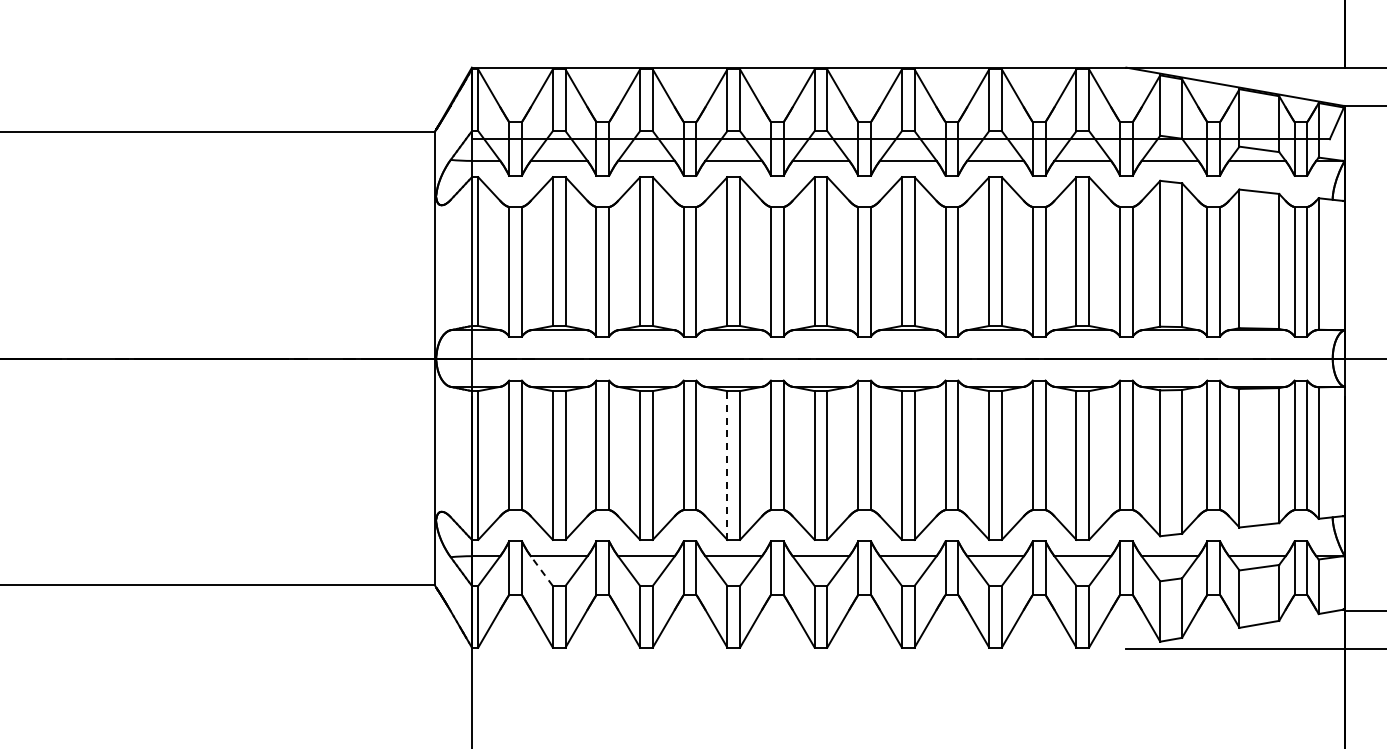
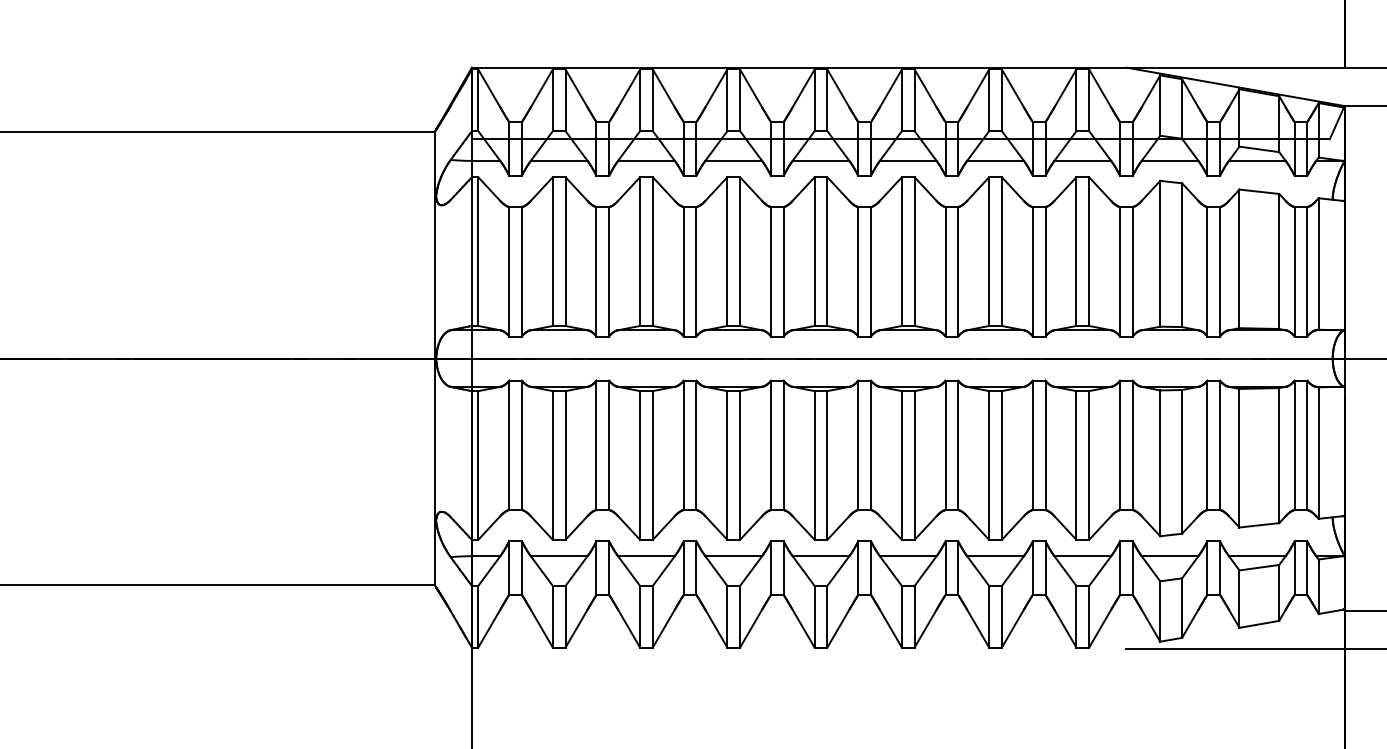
line at (727, 465): dashed -> solid
line at (541, 571): dashed -> solid
